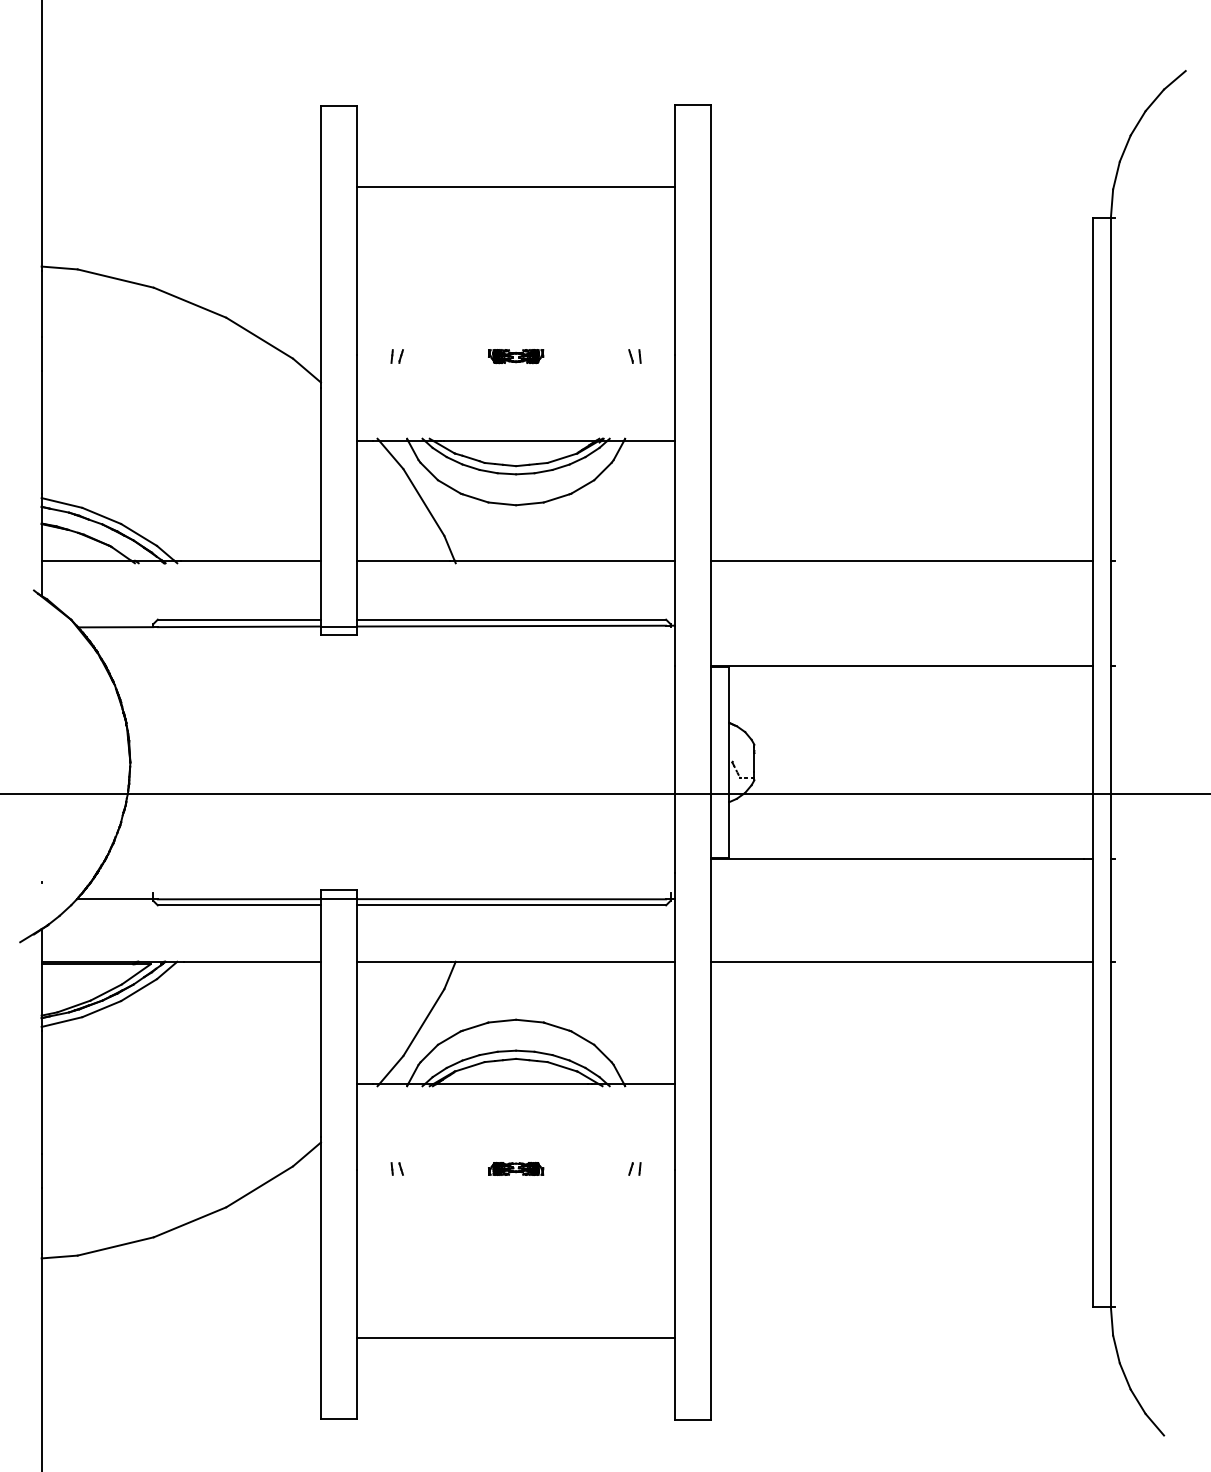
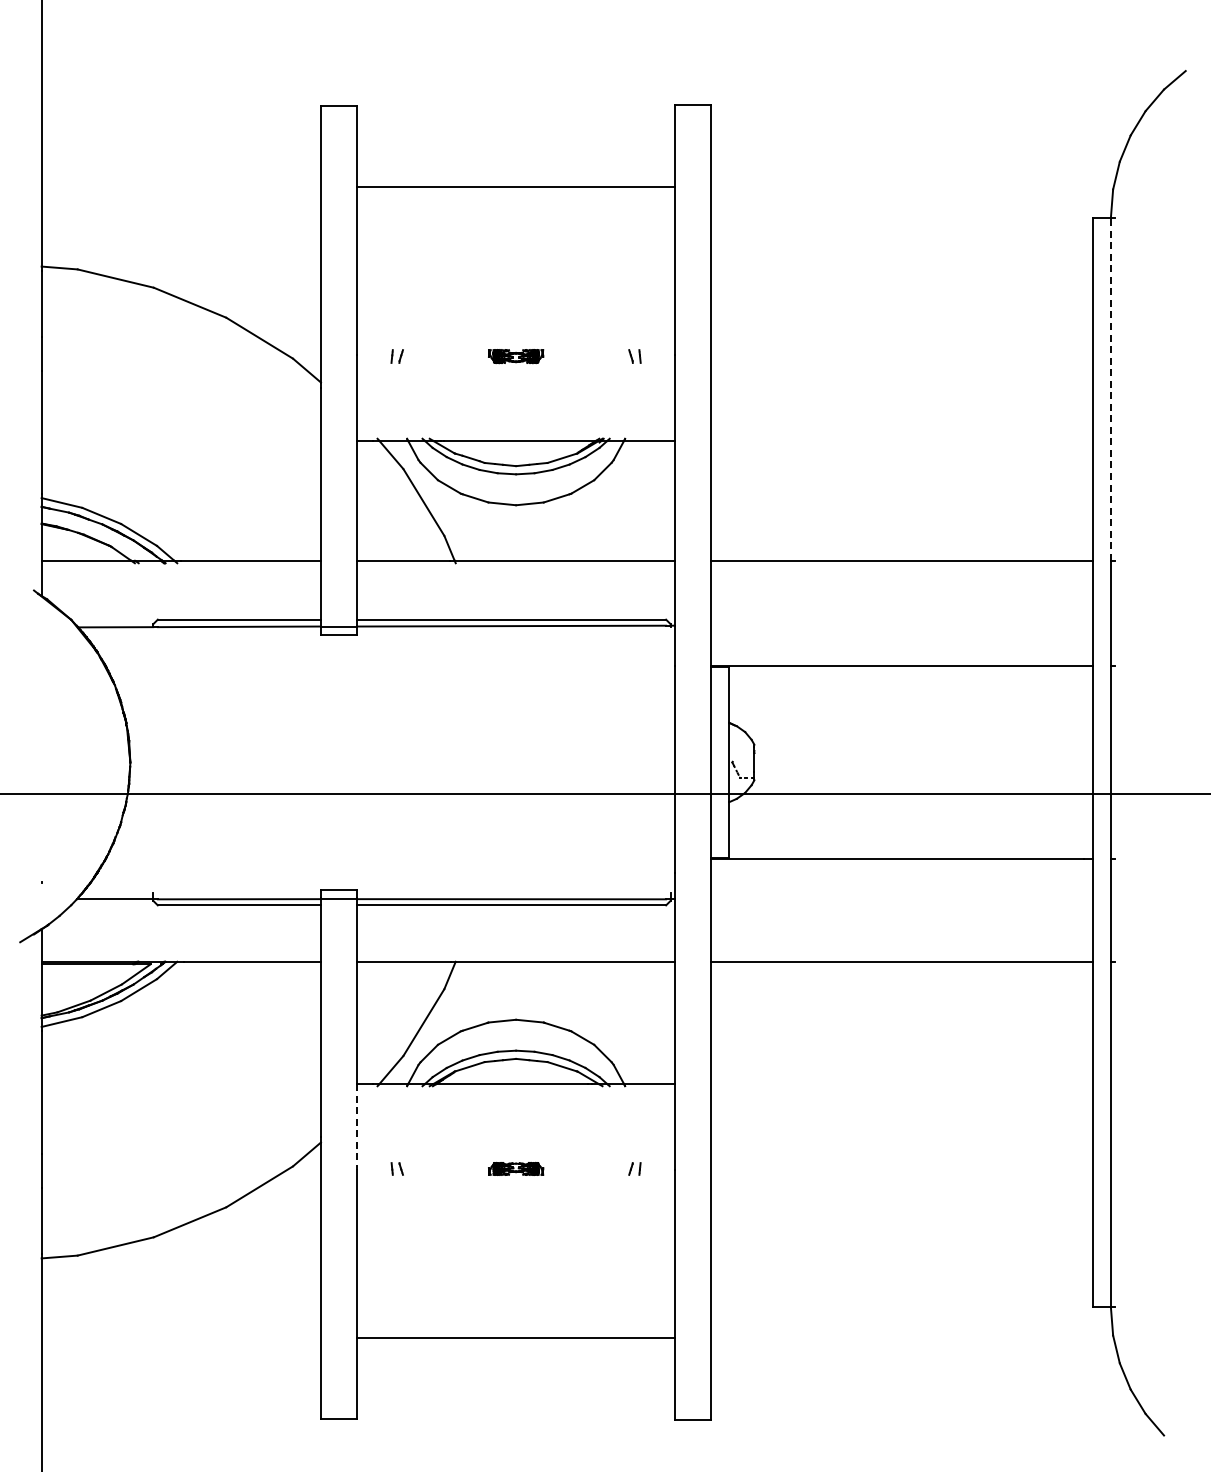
line at (1110, 388): solid -> dashed
line at (357, 1126): solid -> dashed
